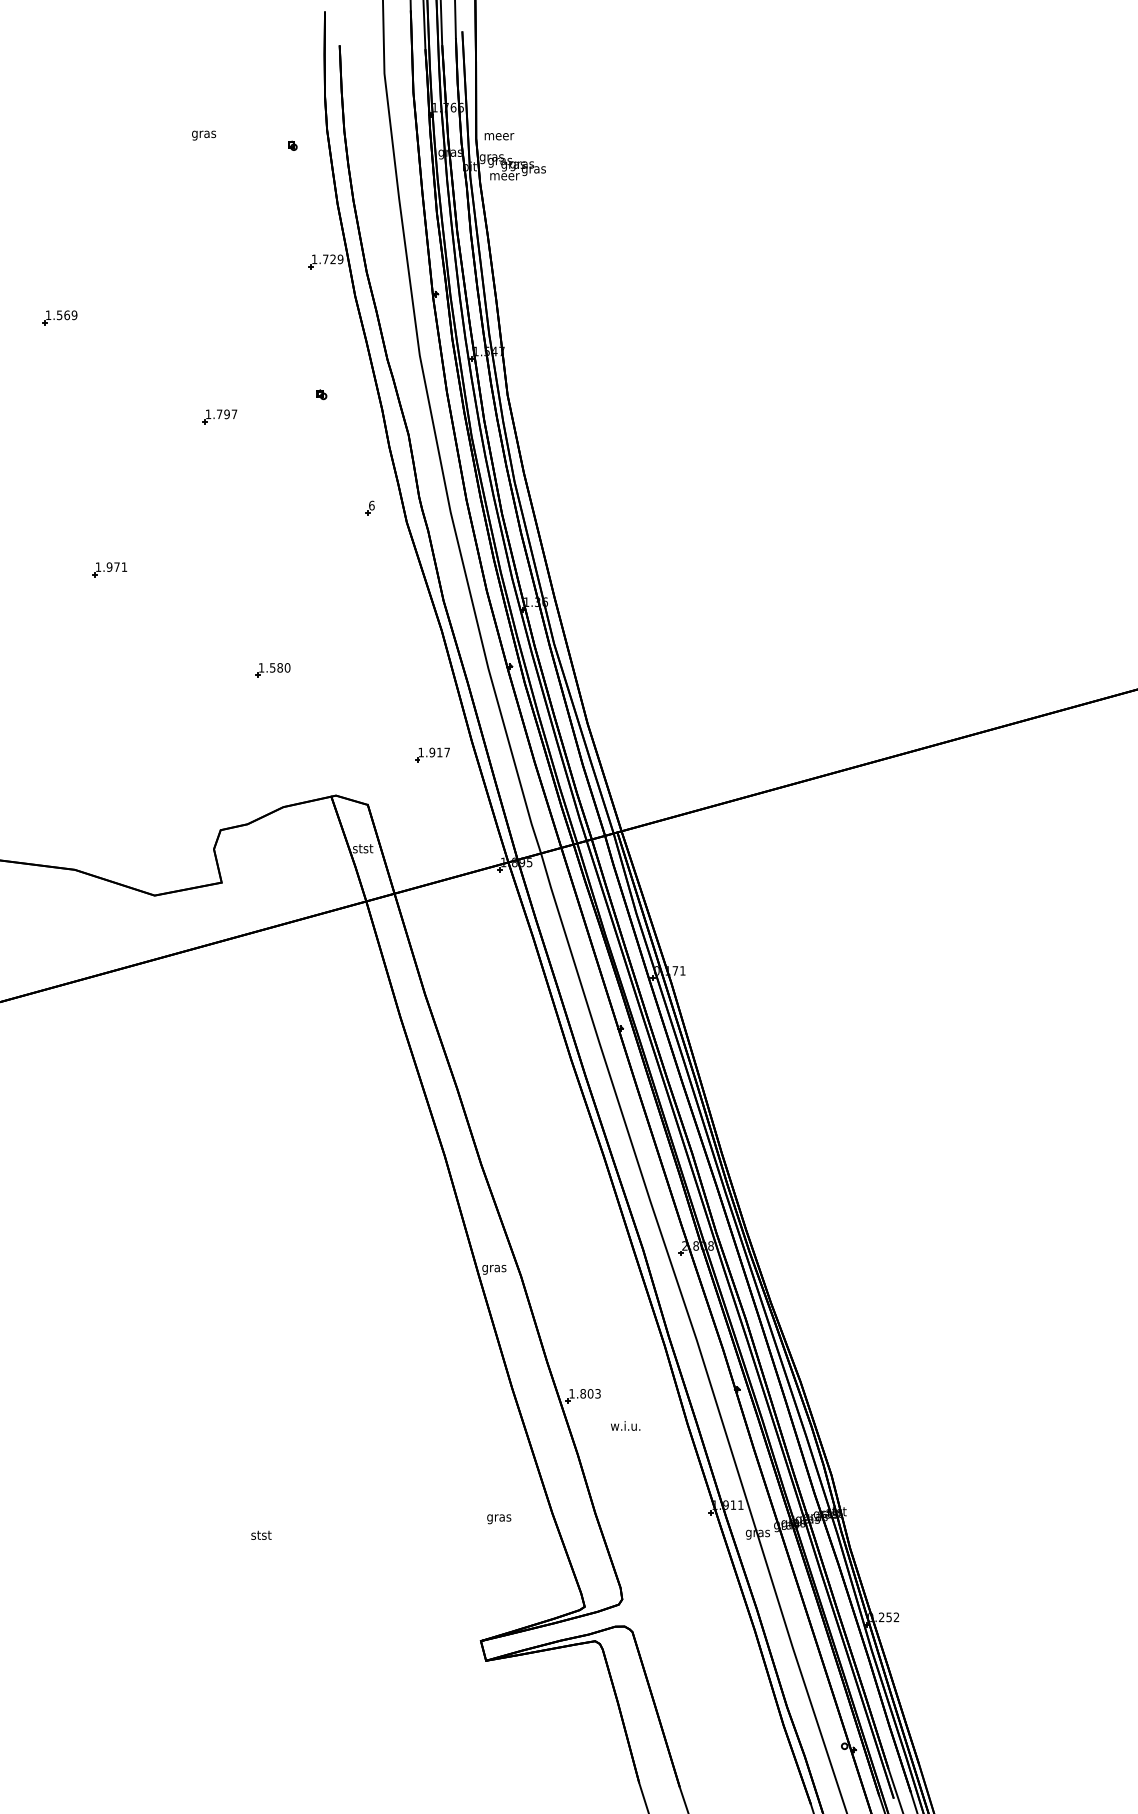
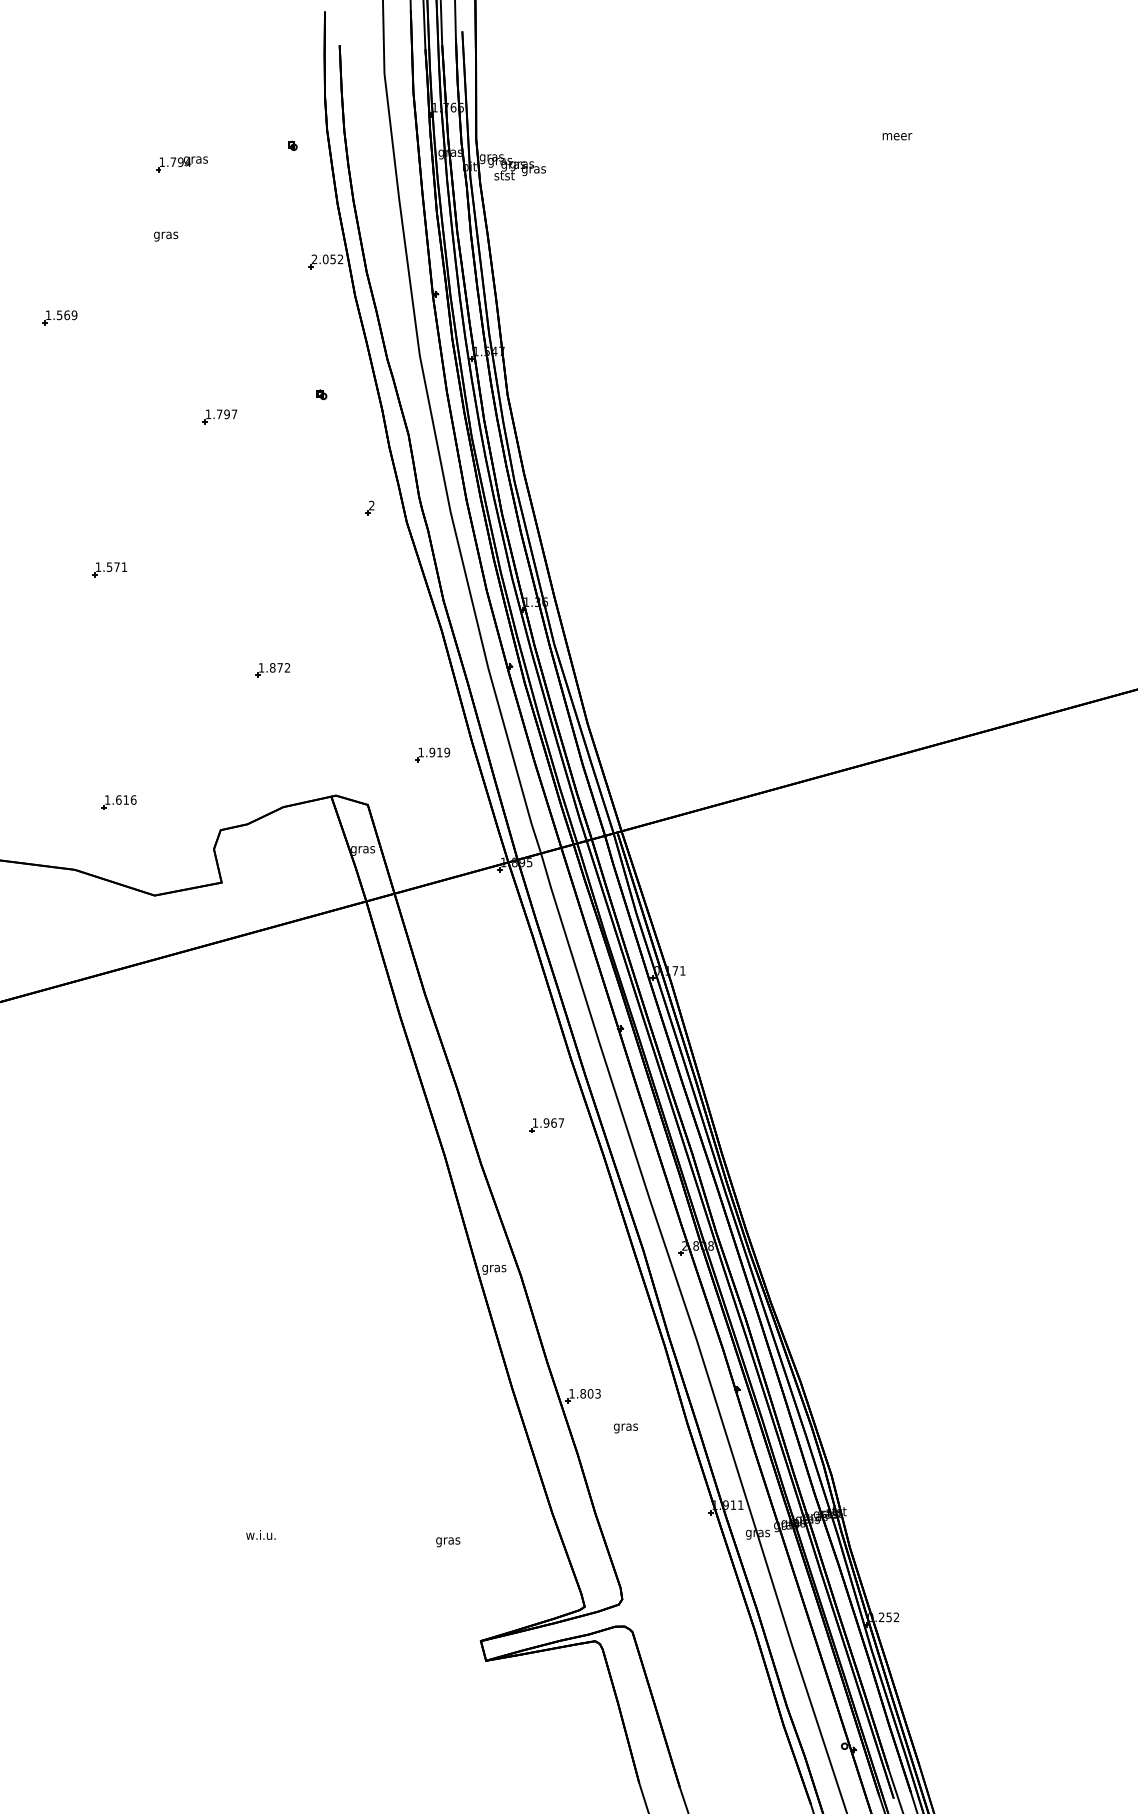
text at (203, 135) position: (203, 135) -> (165, 236)
text at (499, 136) position: (499, 136) -> (897, 136)
part at (181, 164): none -> present
text at (504, 175): meer -> stst
text at (327, 259): 1.729 -> 2.052
text at (371, 505): 6 -> 2
text at (109, 566): 1.971 -> 1.571
text at (280, 667): 1.580 -> 1.872
text at (447, 752): 1.917 -> 1.919
part at (118, 802): none -> present
text at (362, 849): stst -> gras
part at (546, 1125): none -> present
text at (625, 1427): w.i.u. -> gras
text at (499, 1519) position: (499, 1519) -> (448, 1542)
text at (260, 1534): stst -> w.i.u.
